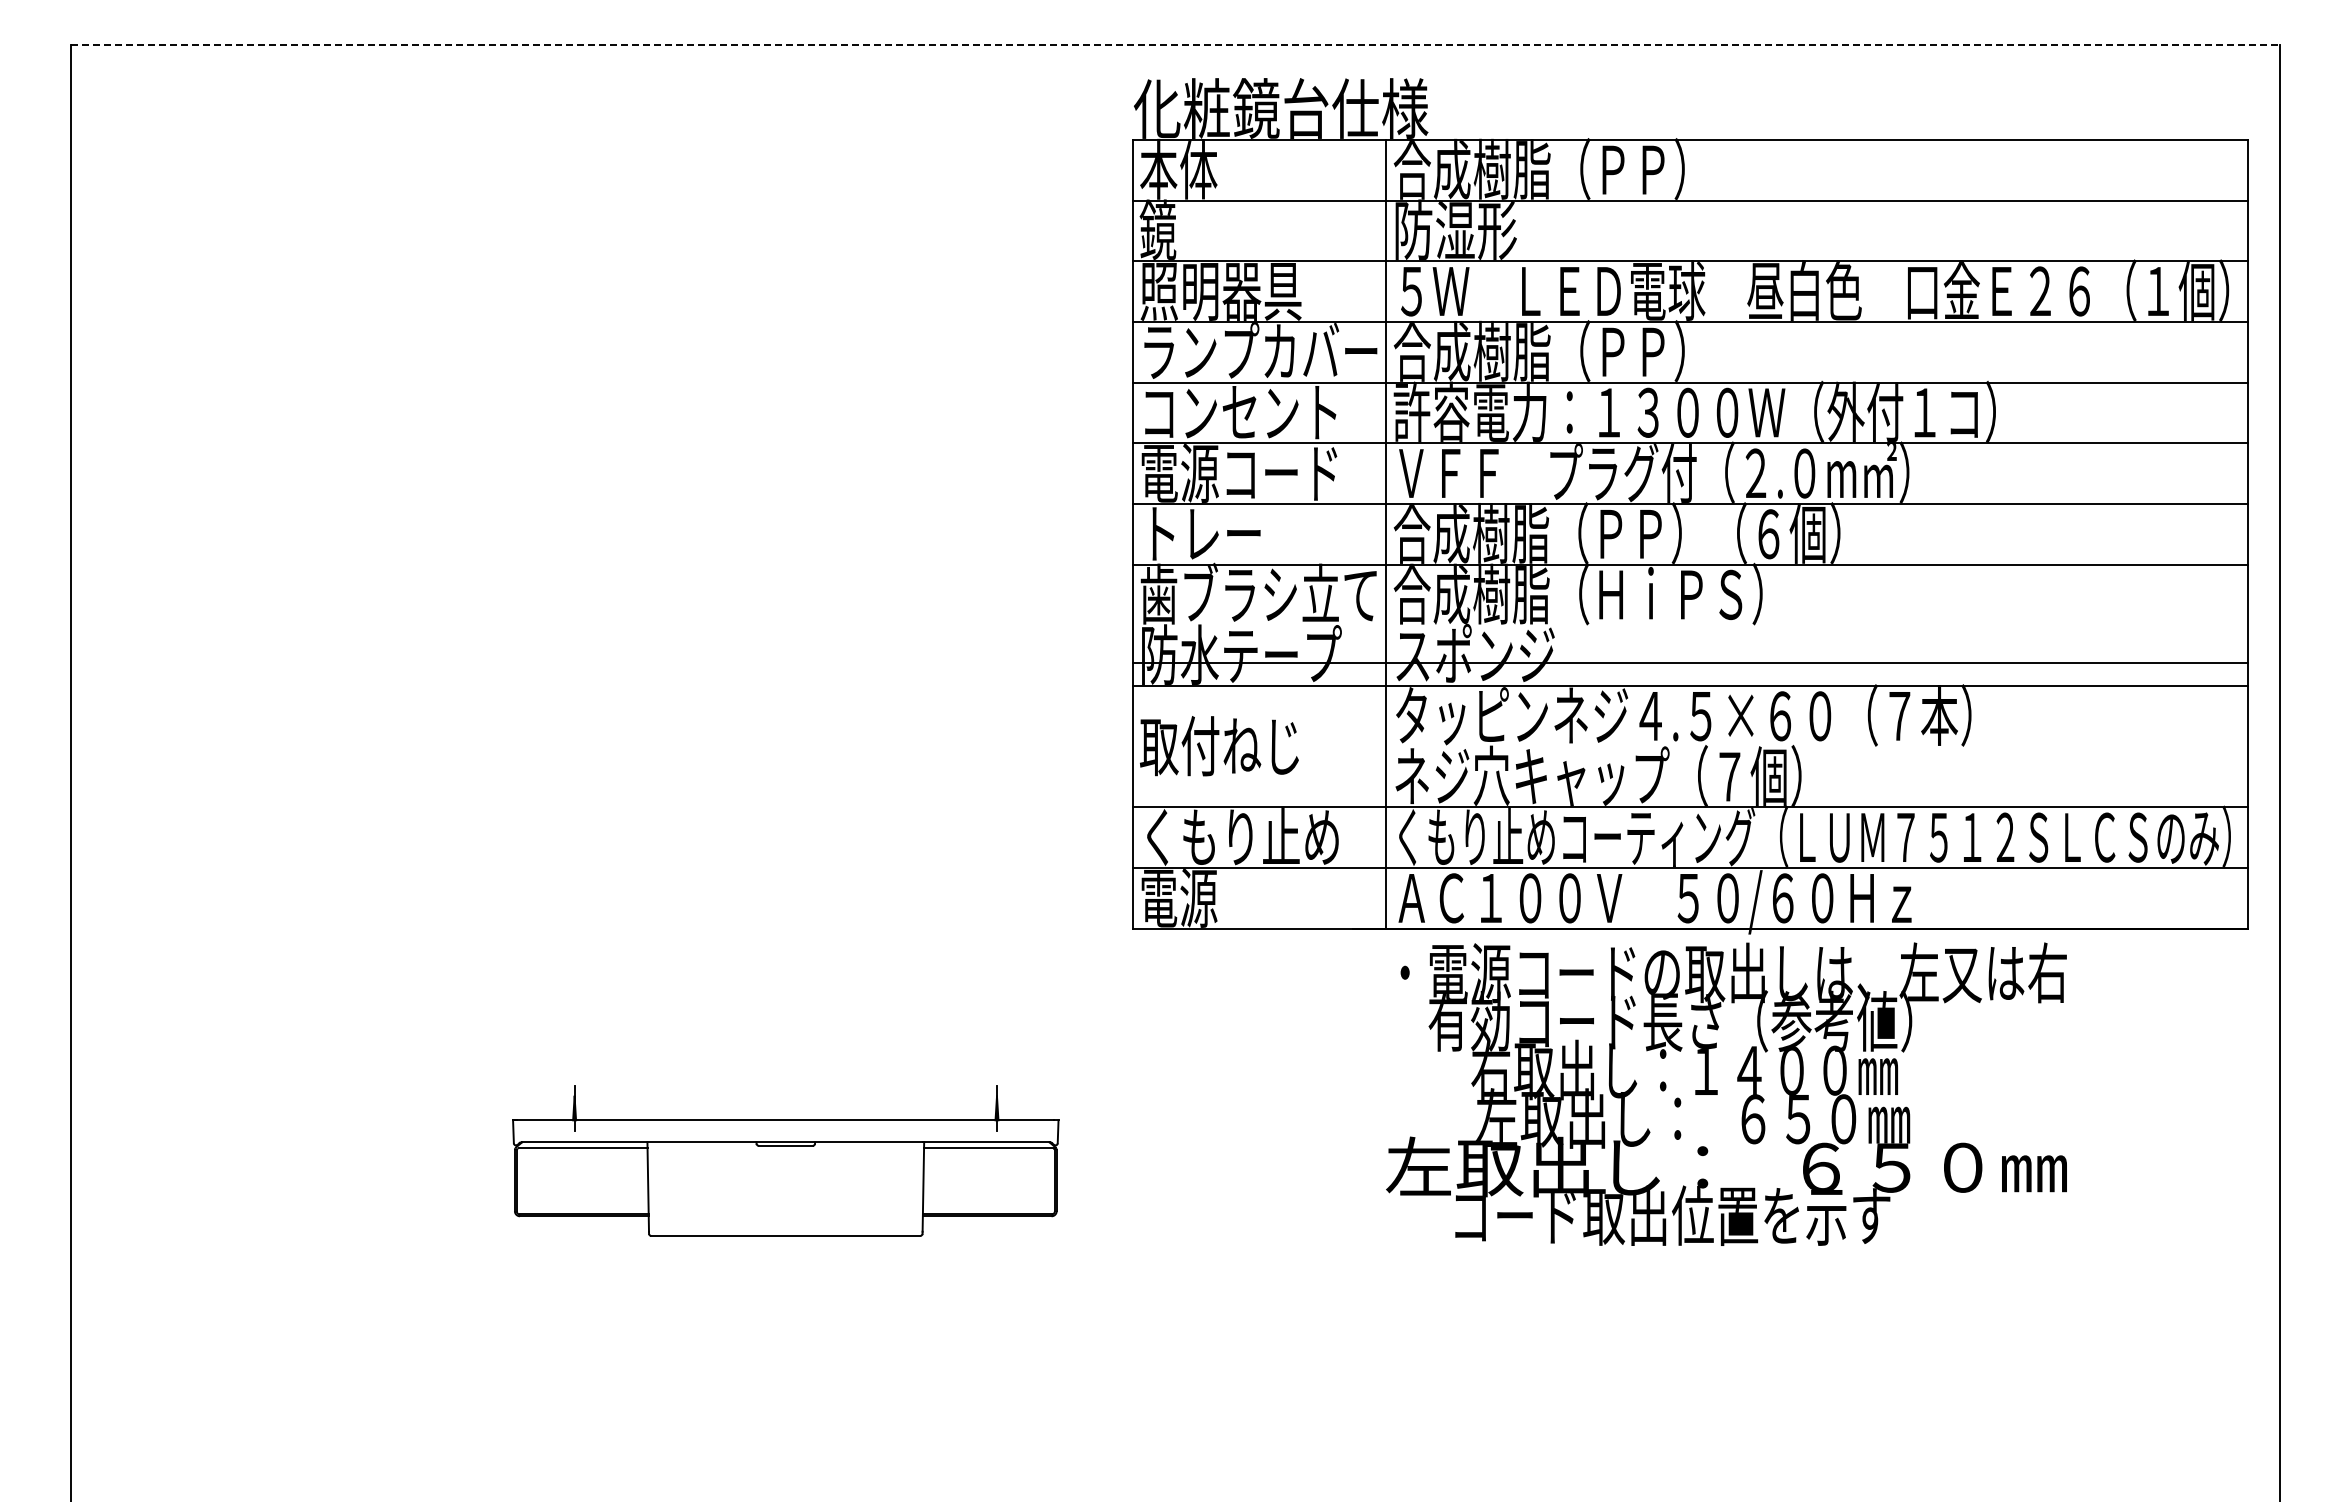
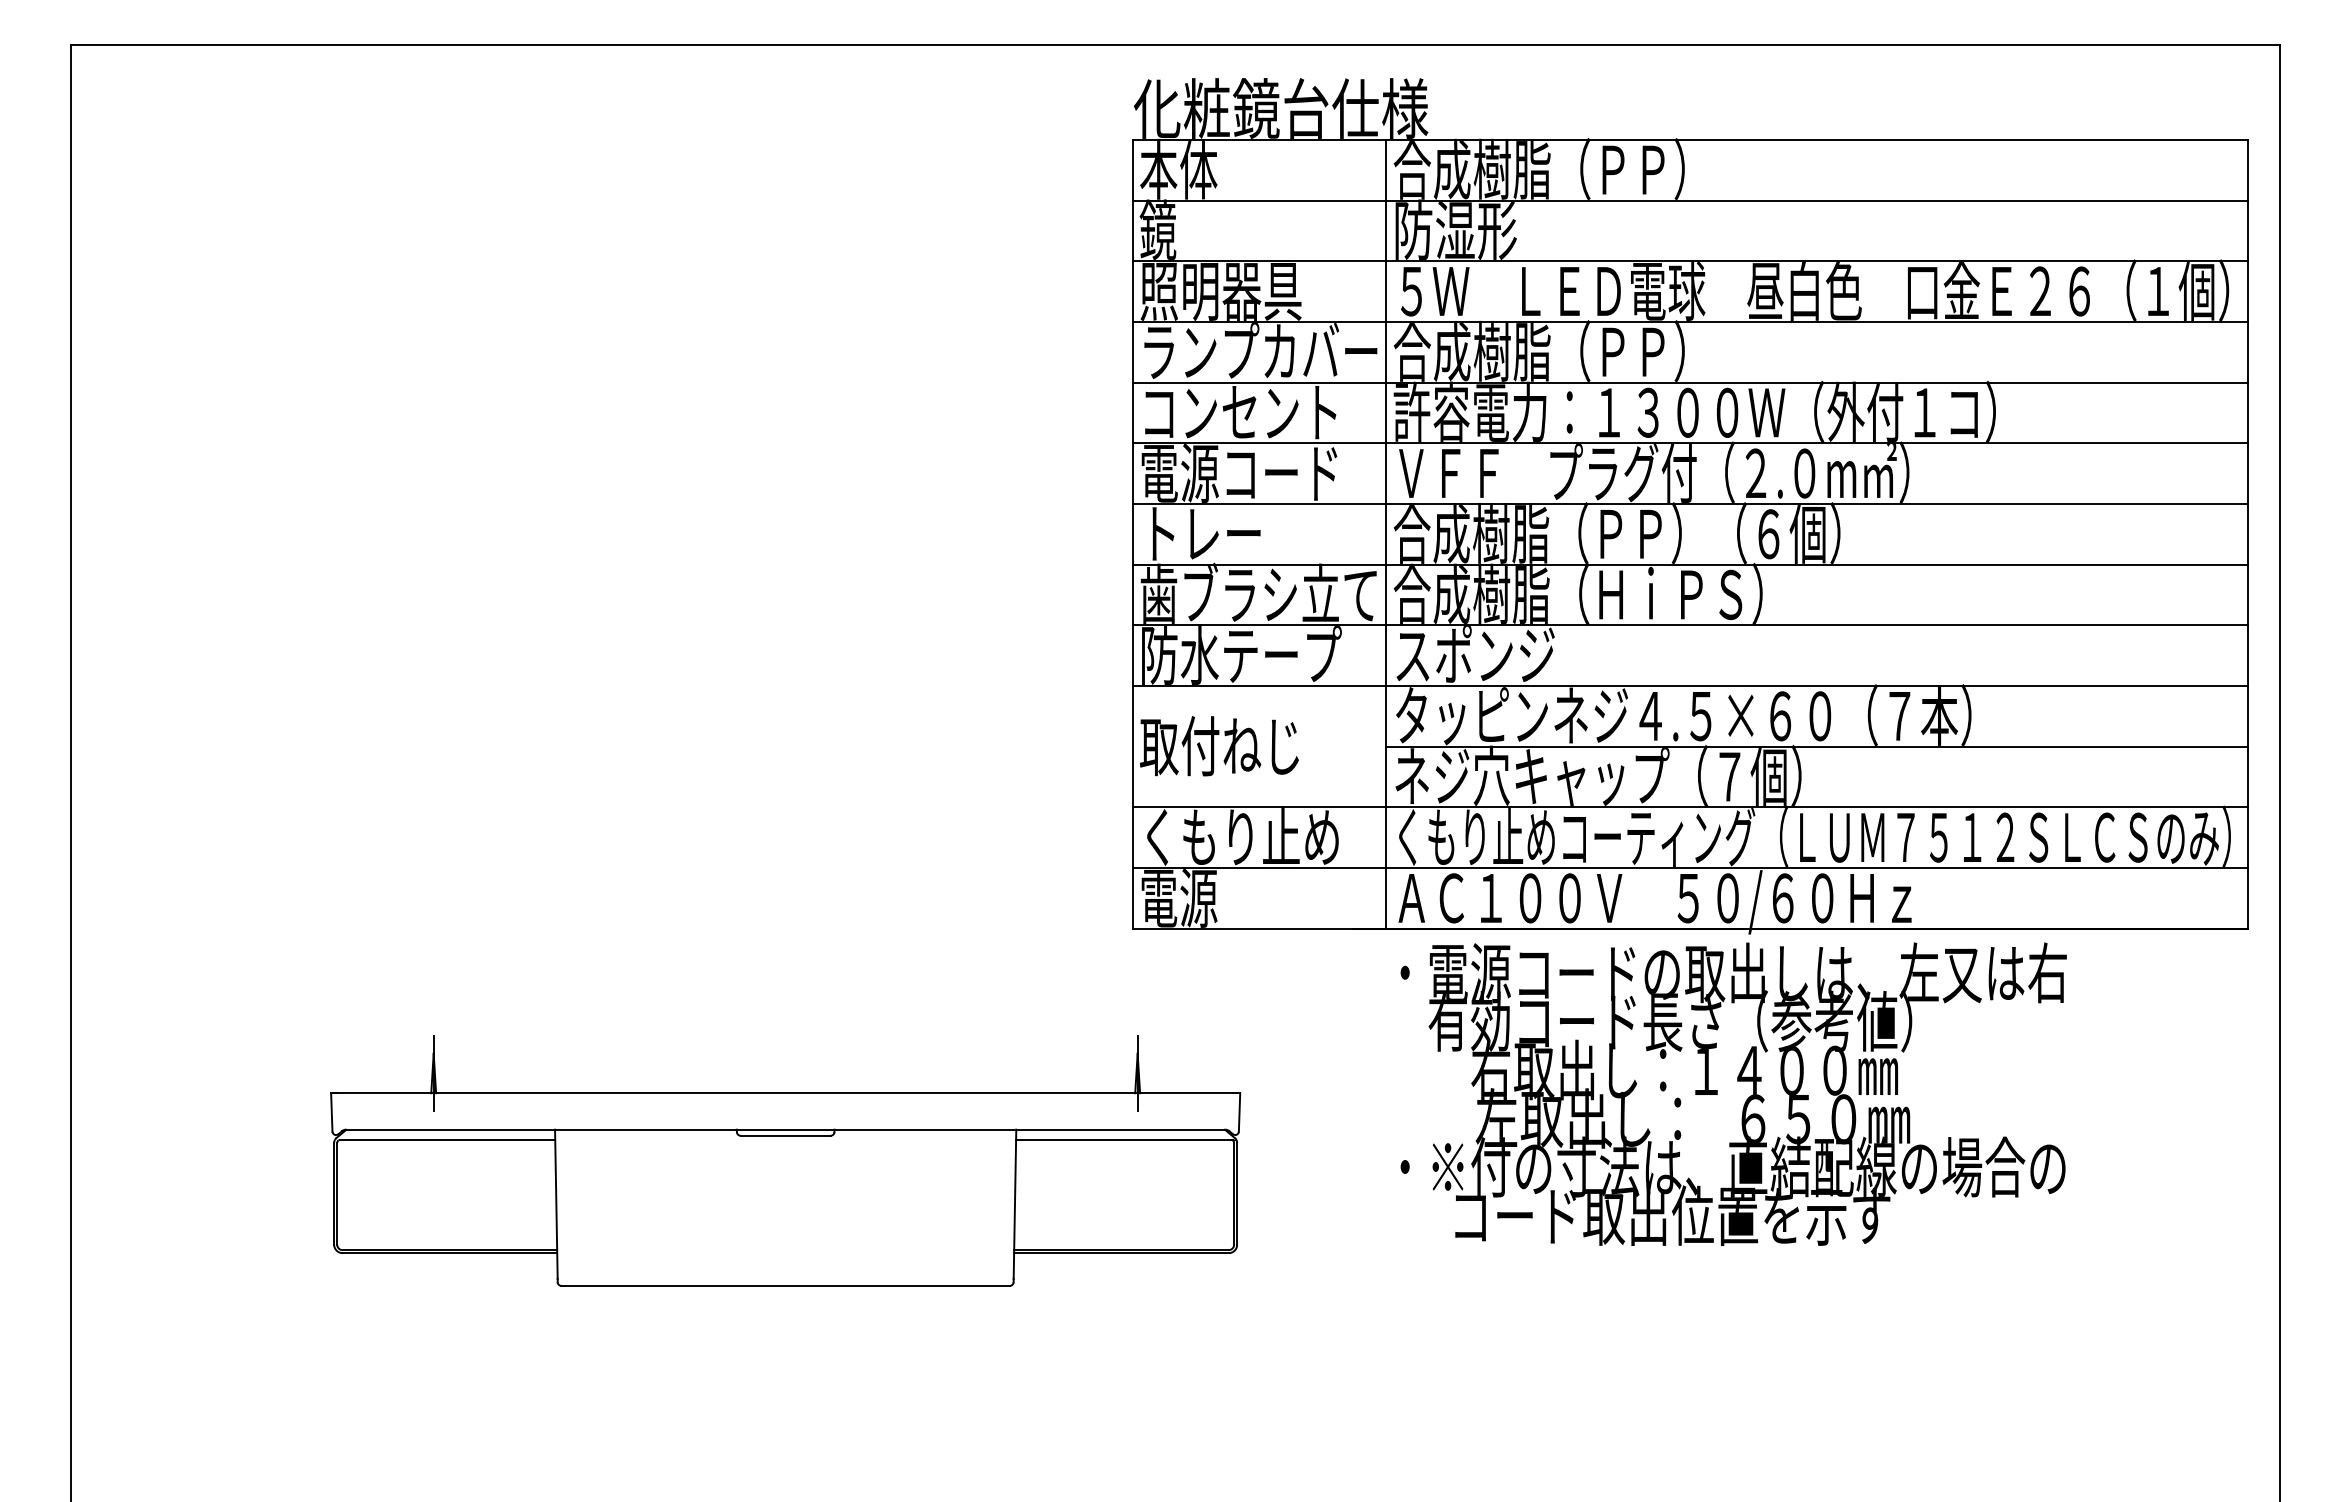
line at (1175, 45): dashed -> solid
line at (1689, 663) position: (1689, 663) -> (1689, 625)
line at (1816, 746): none -> present
part at (785, 1160) size: 548x152 px -> 912x252 px
text at (1726, 1166): 左取出し：   ６５０㎜ -> ・※付の寸法は、直結配線の場合の
